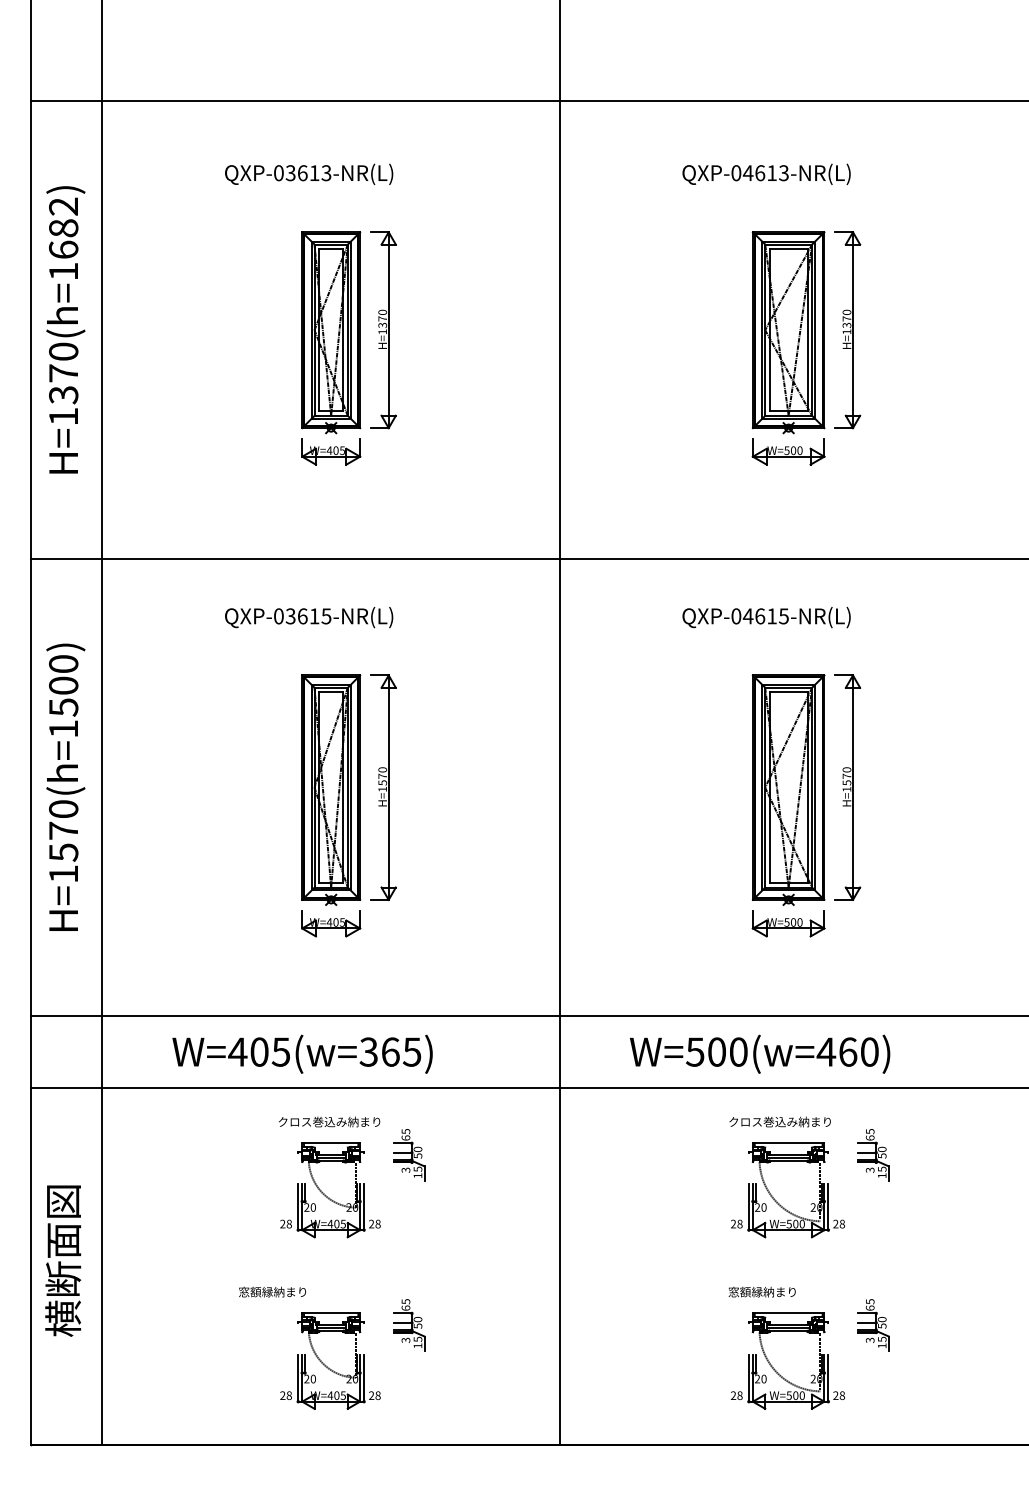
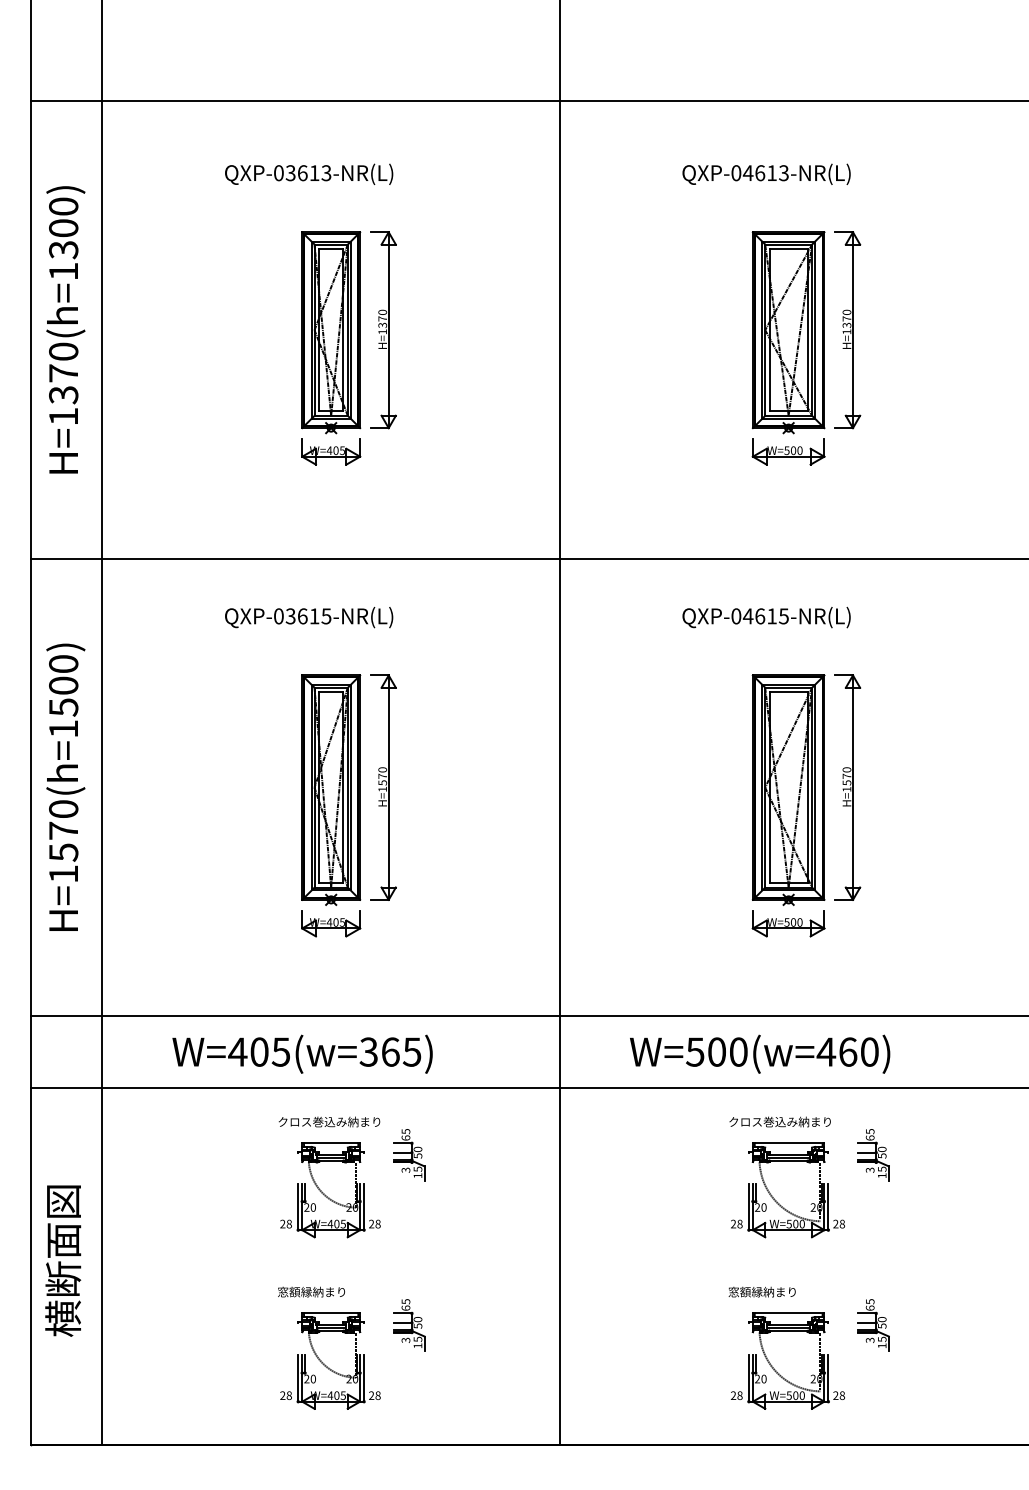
text at (63, 228): H=1370(h=1682) -> H=1370(h=1300)
text at (272, 1291) position: (272, 1291) -> (311, 1291)
